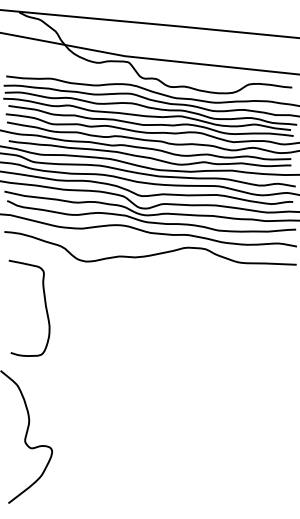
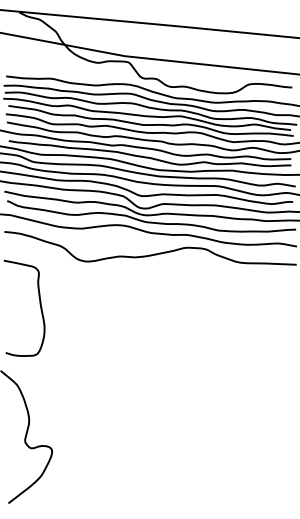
curve at (44, 304) position: (44, 304) -> (39, 304)
